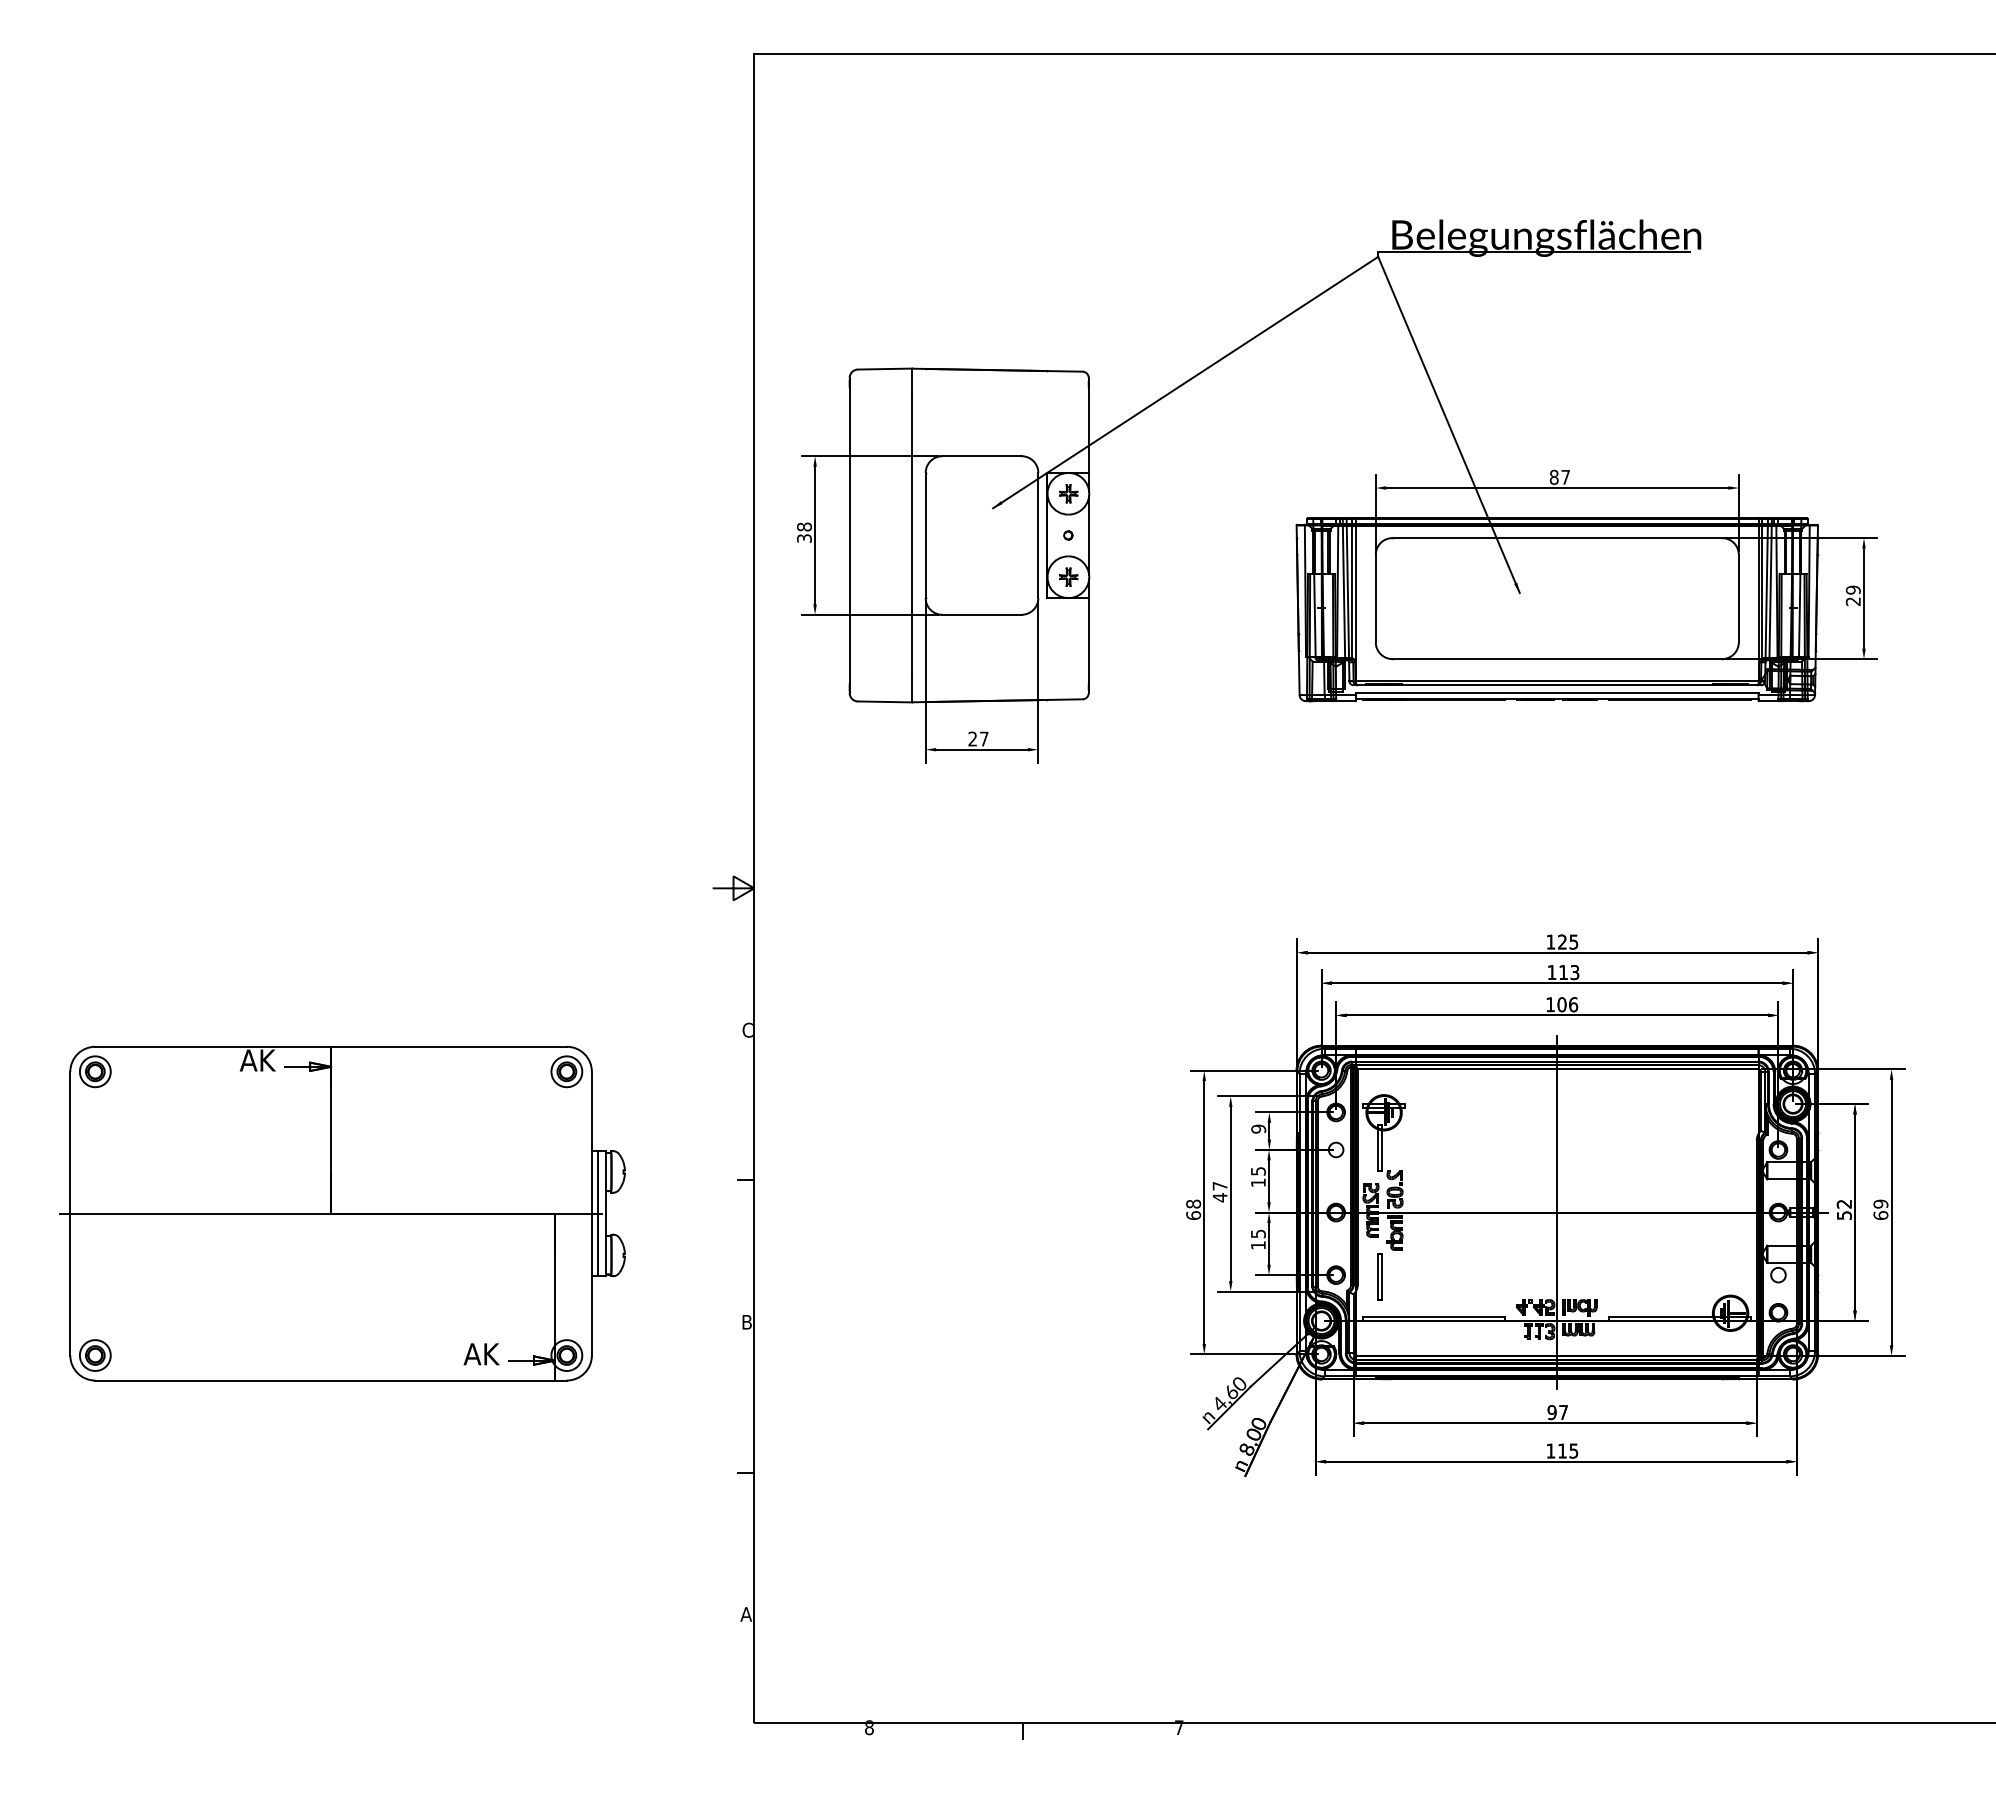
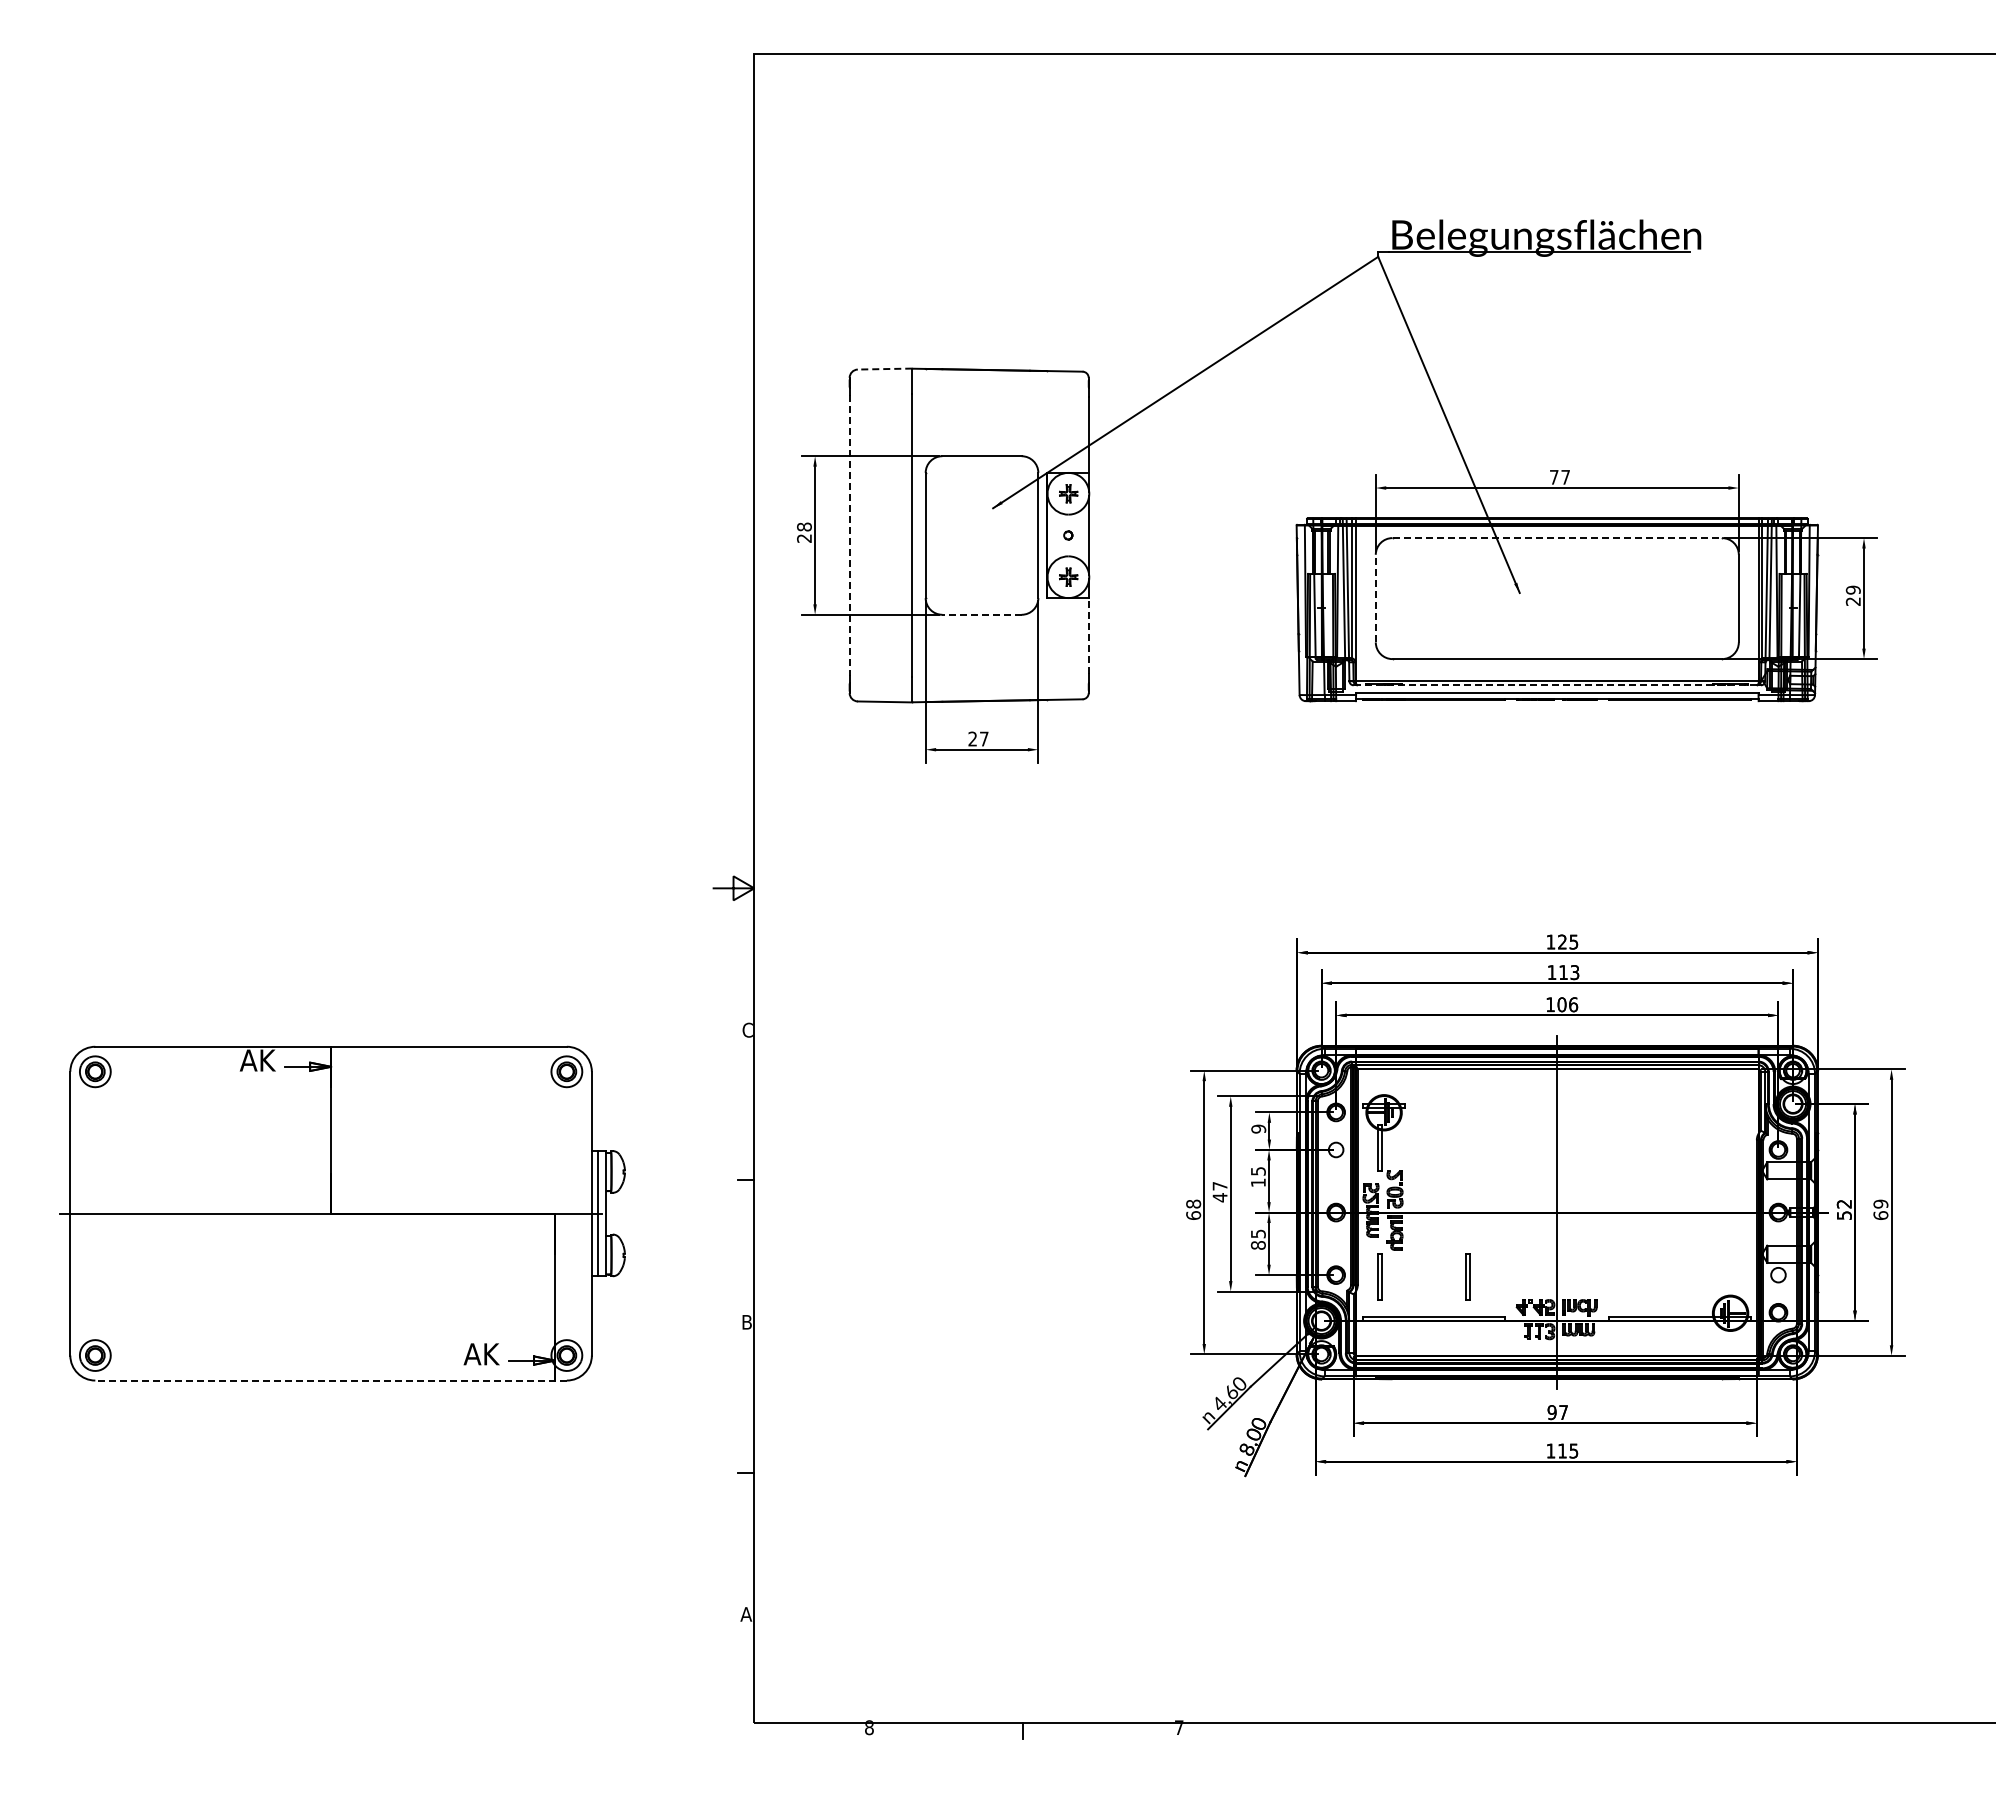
line at (884, 369): solid -> dashed
text at (1553, 476): 87 -> 77
line at (849, 535): solid -> dashed
text at (804, 538): 38 -> 28
line at (1557, 538): solid -> dashed
line at (1375, 598): solid -> dashed
line at (982, 614): solid -> dashed
line at (1088, 635): solid -> dashed
line at (1555, 685): solid -> dashed
text at (1257, 1245): 15 -> 85
part at (1467, 1276): none -> present
line at (331, 1380): solid -> dashed
